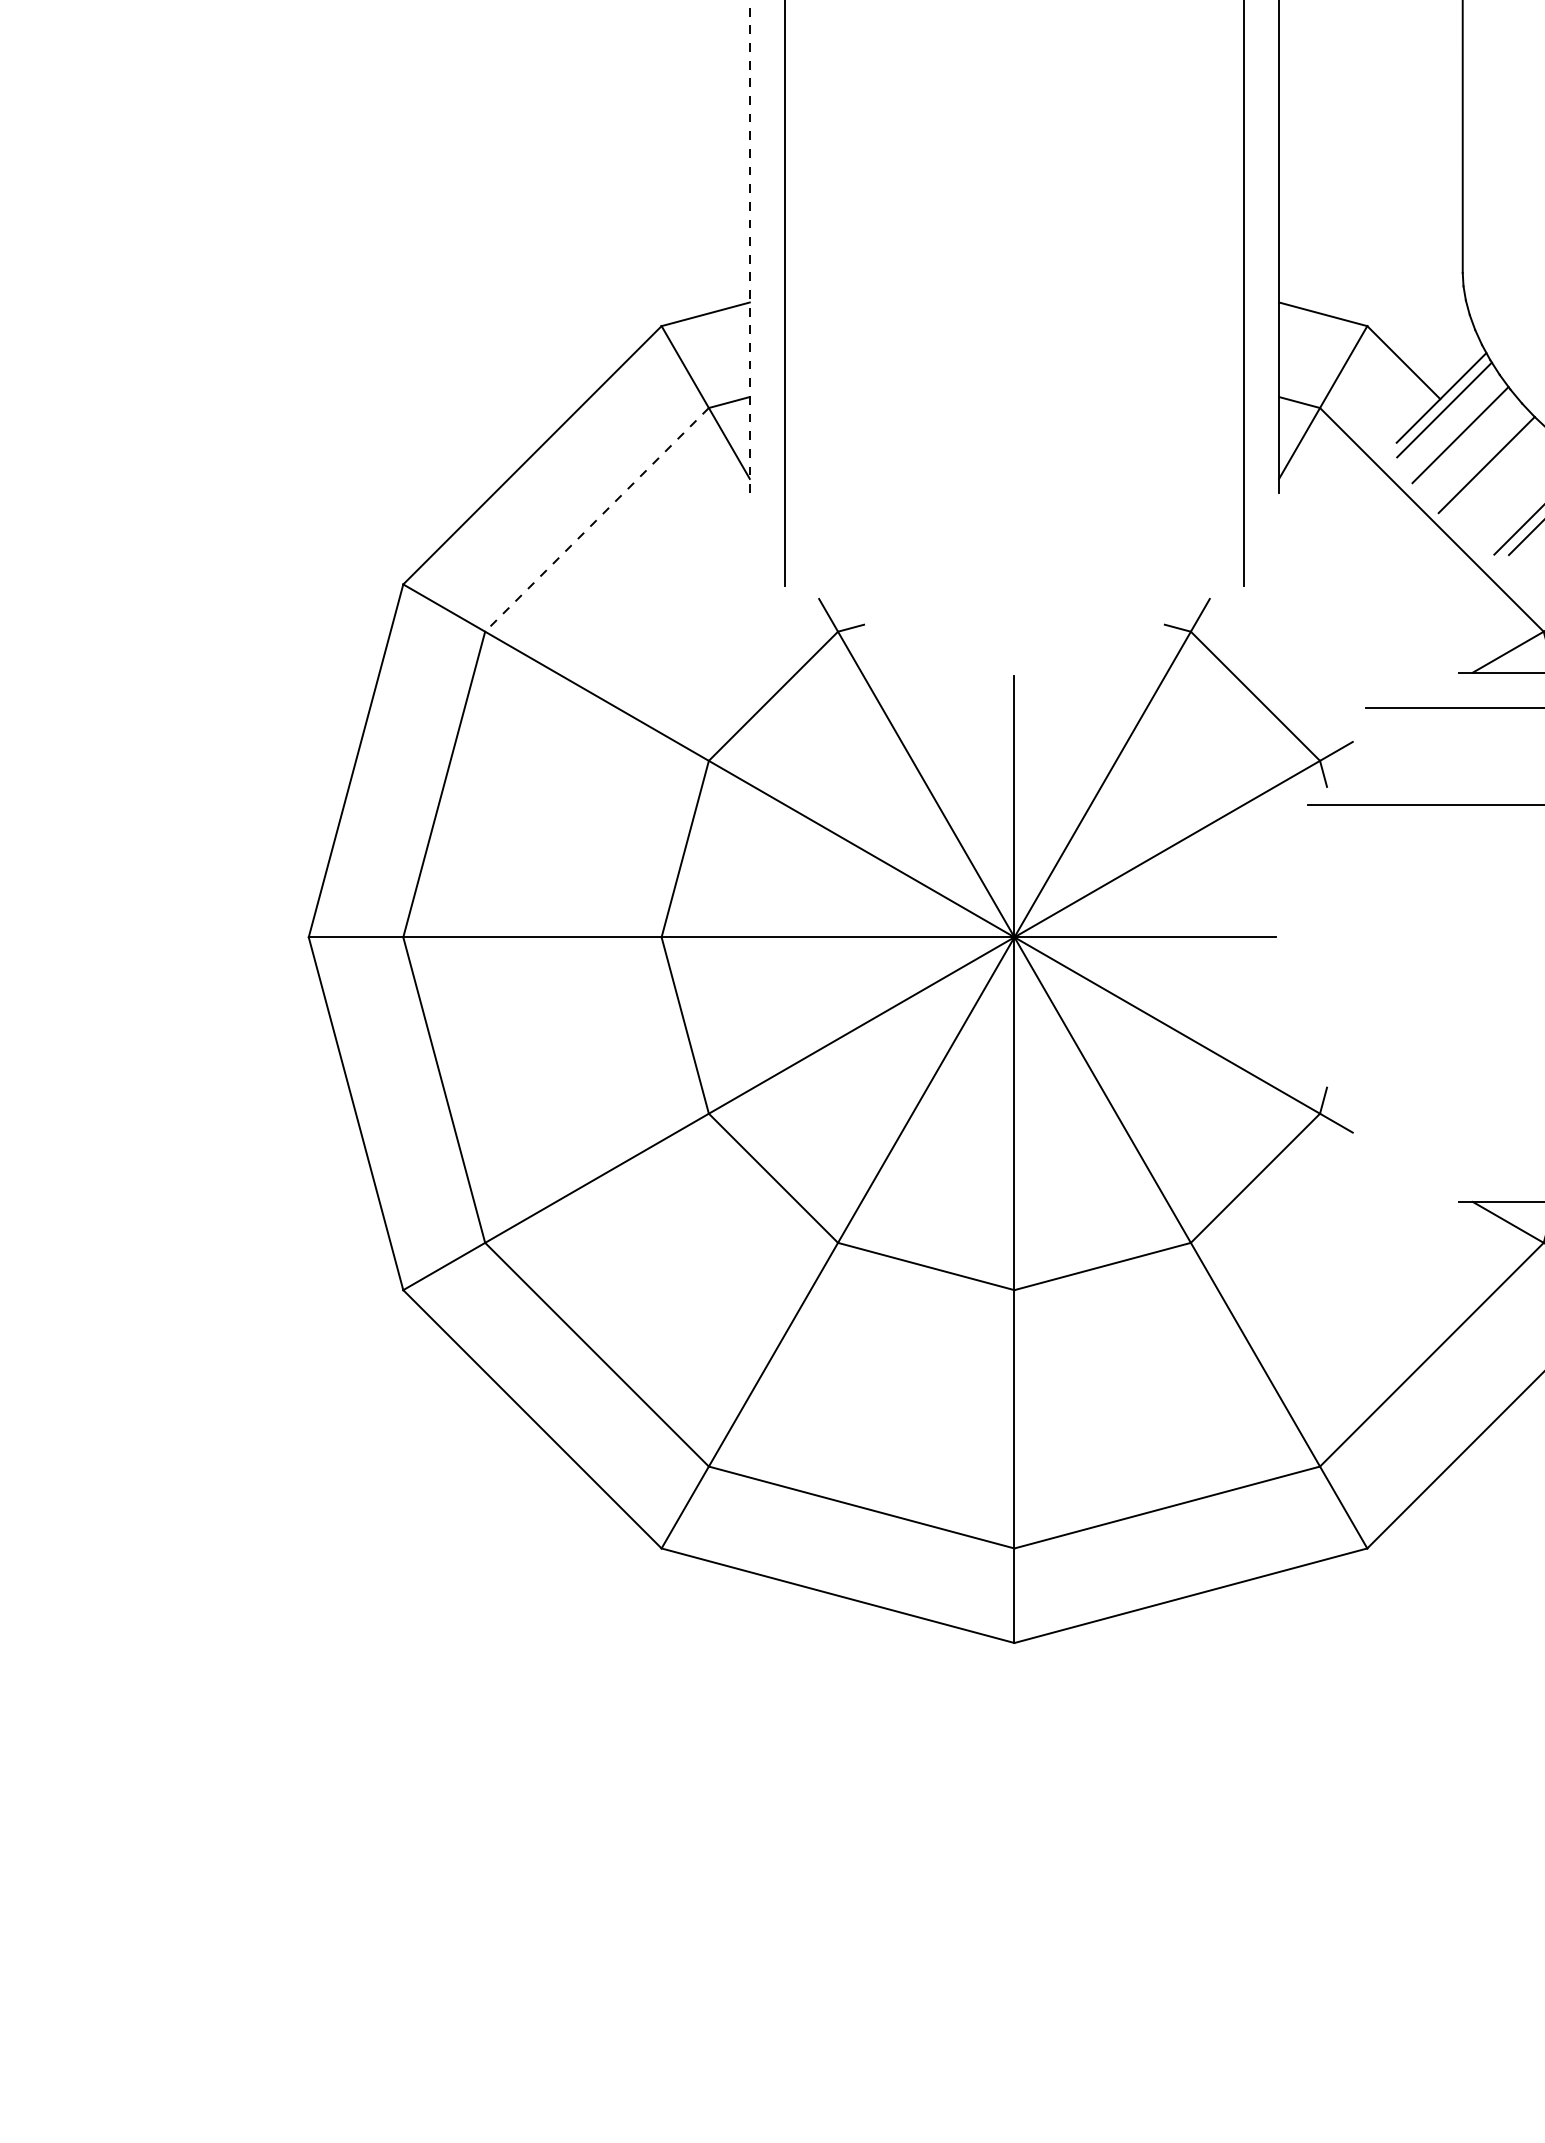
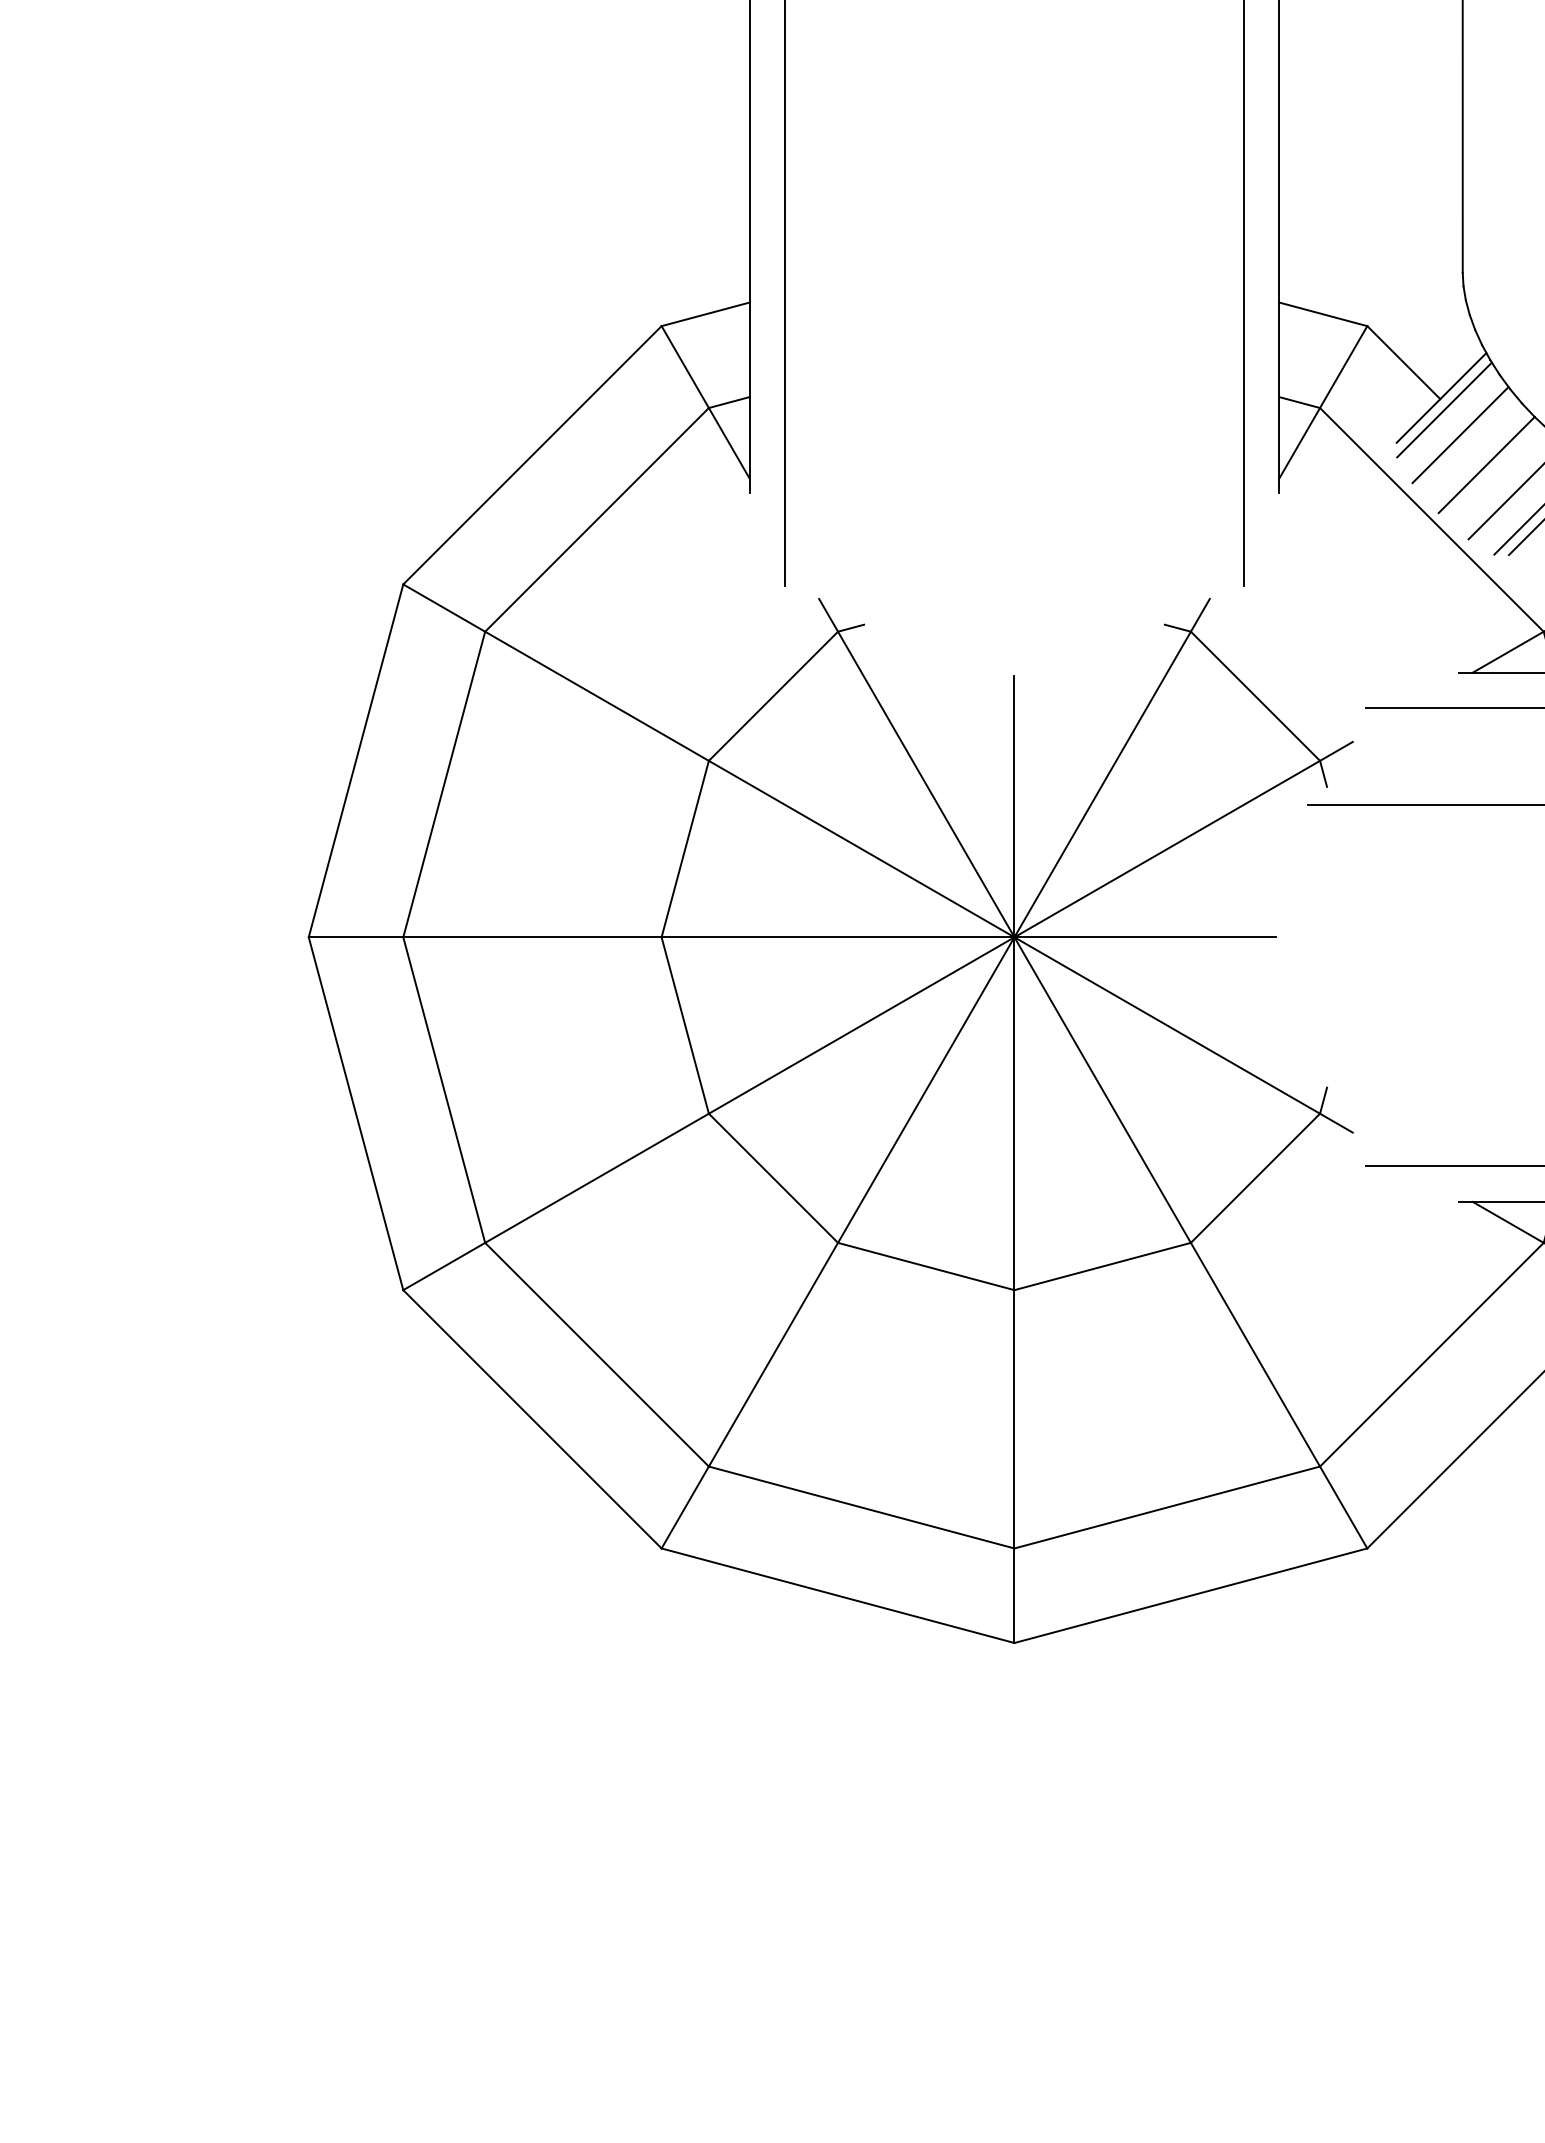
line at (749, 246): dashed -> solid
line at (1504, 502): none -> present
line at (596, 520): dashed -> solid
line at (1453, 1166): none -> present
